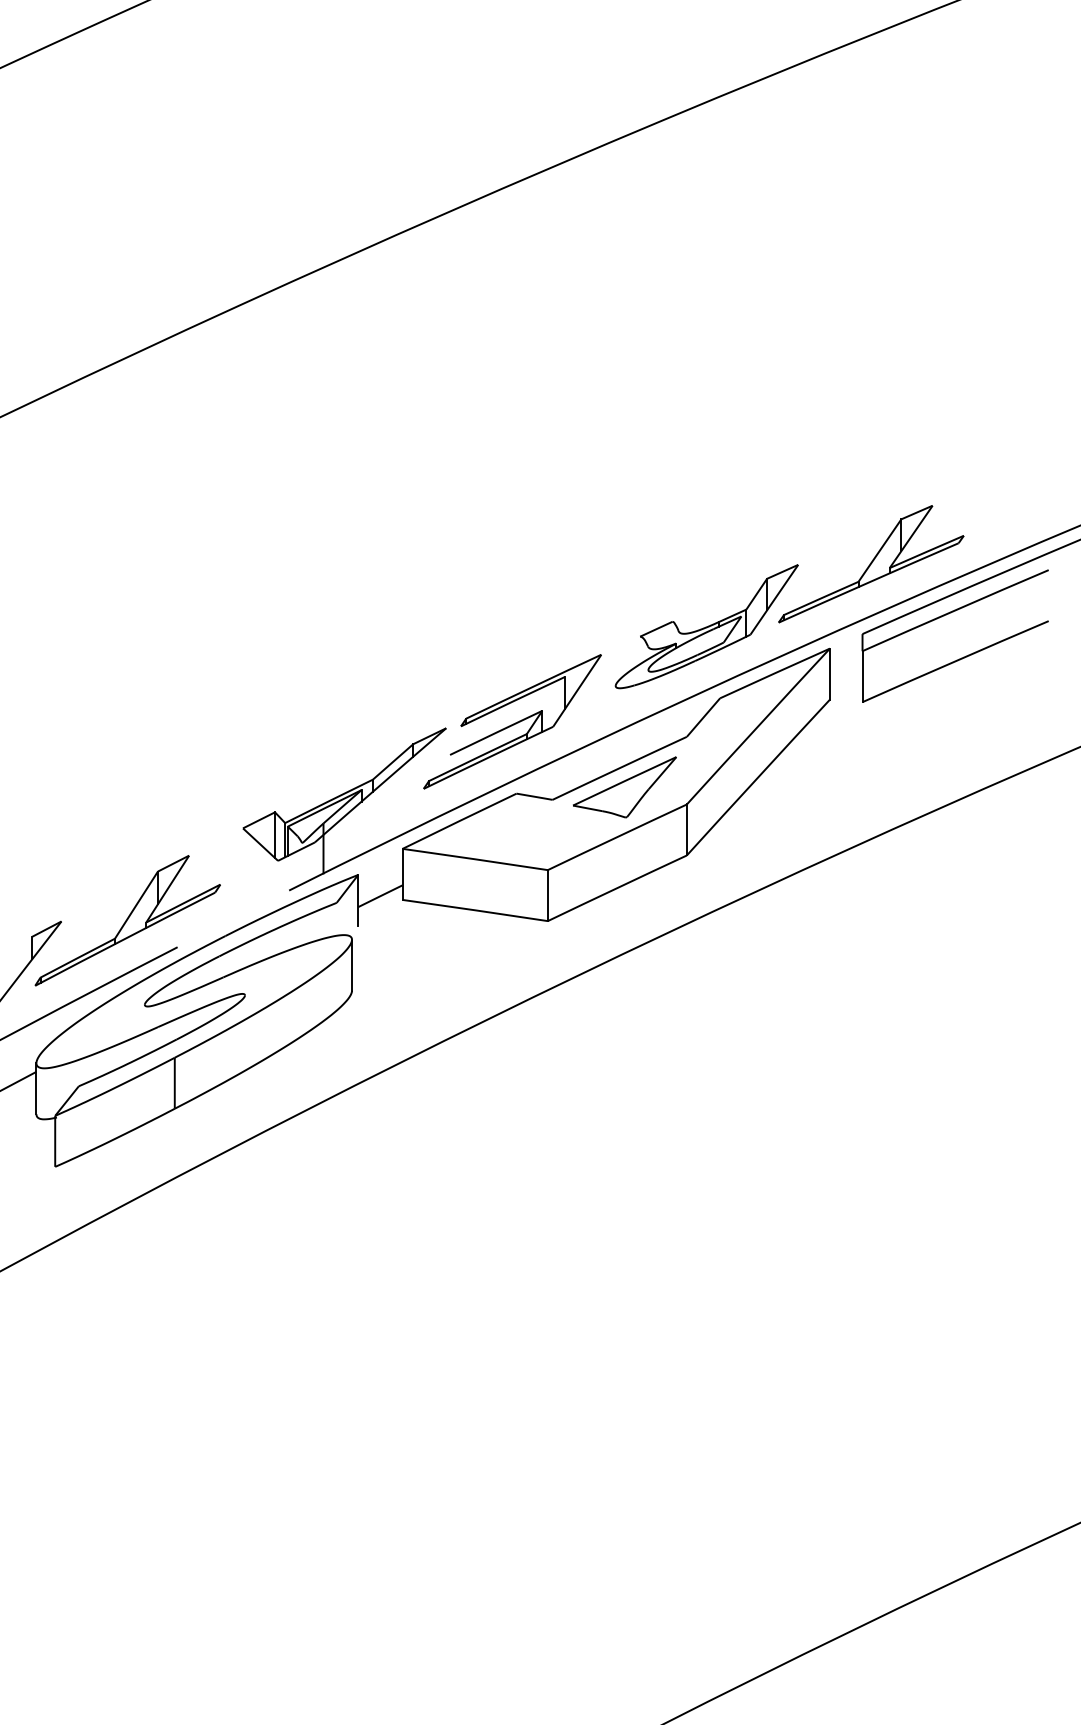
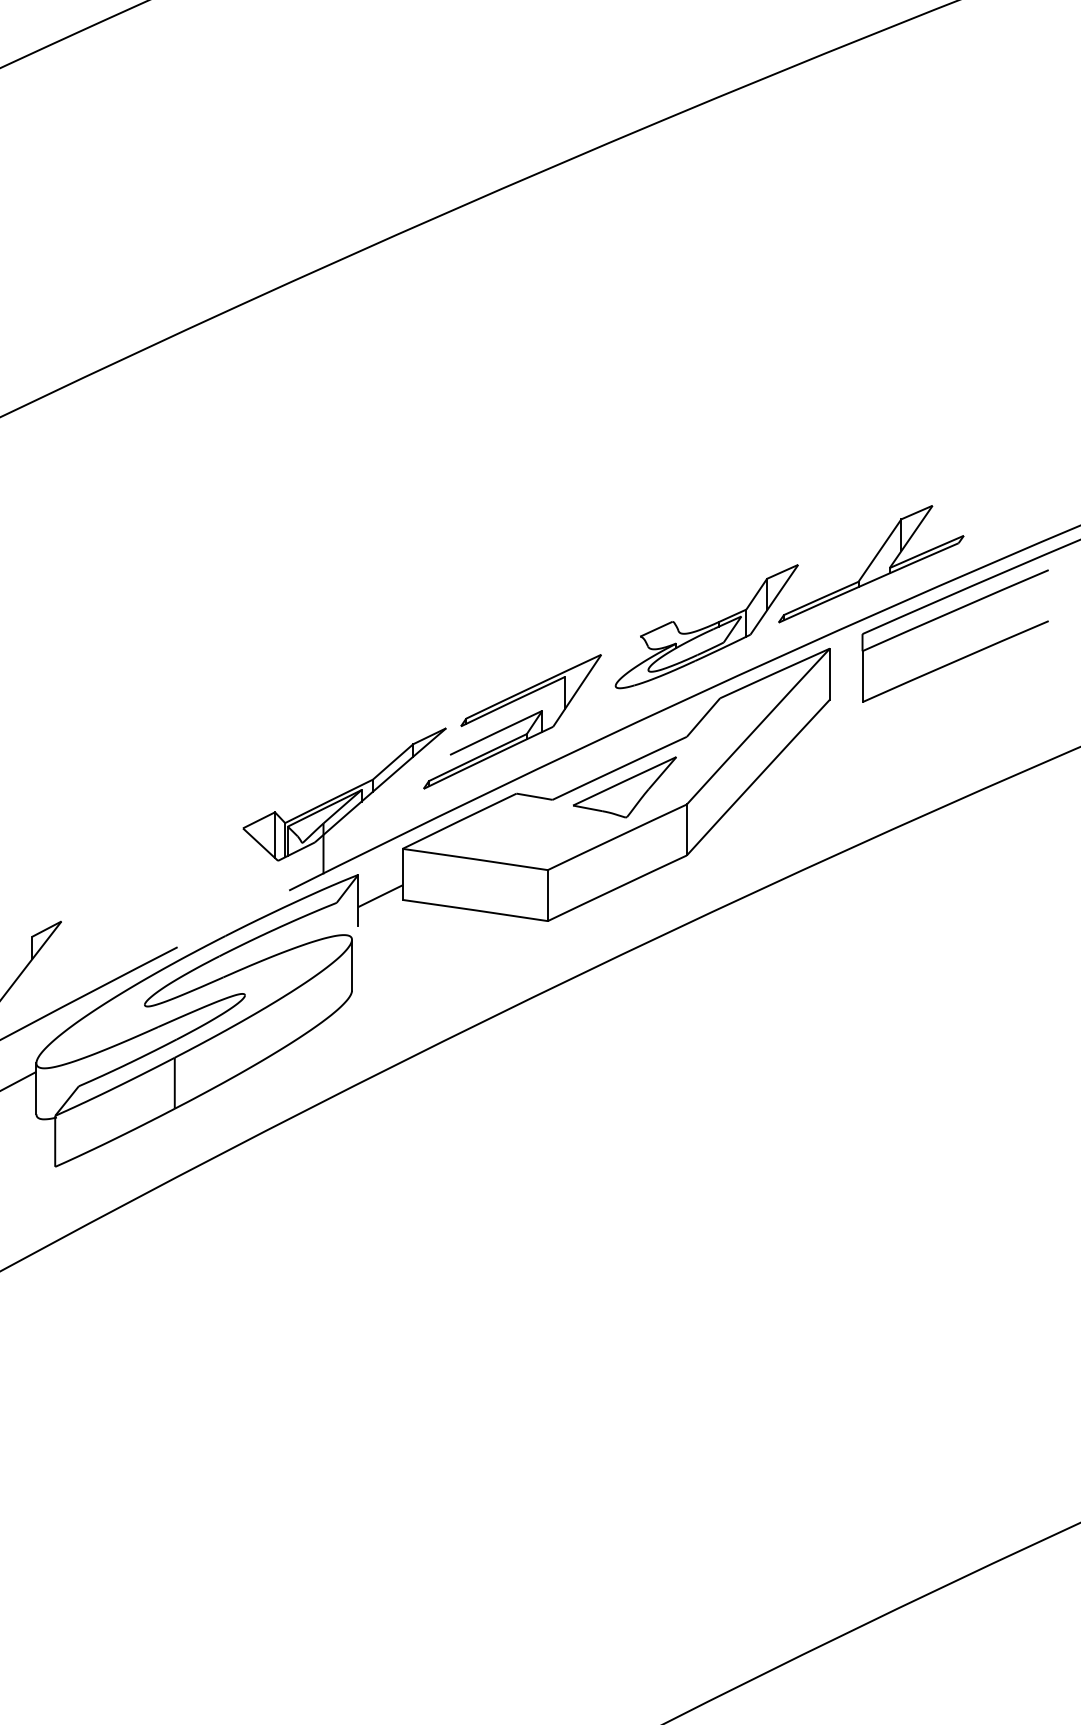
part at (127, 920): present -> none
